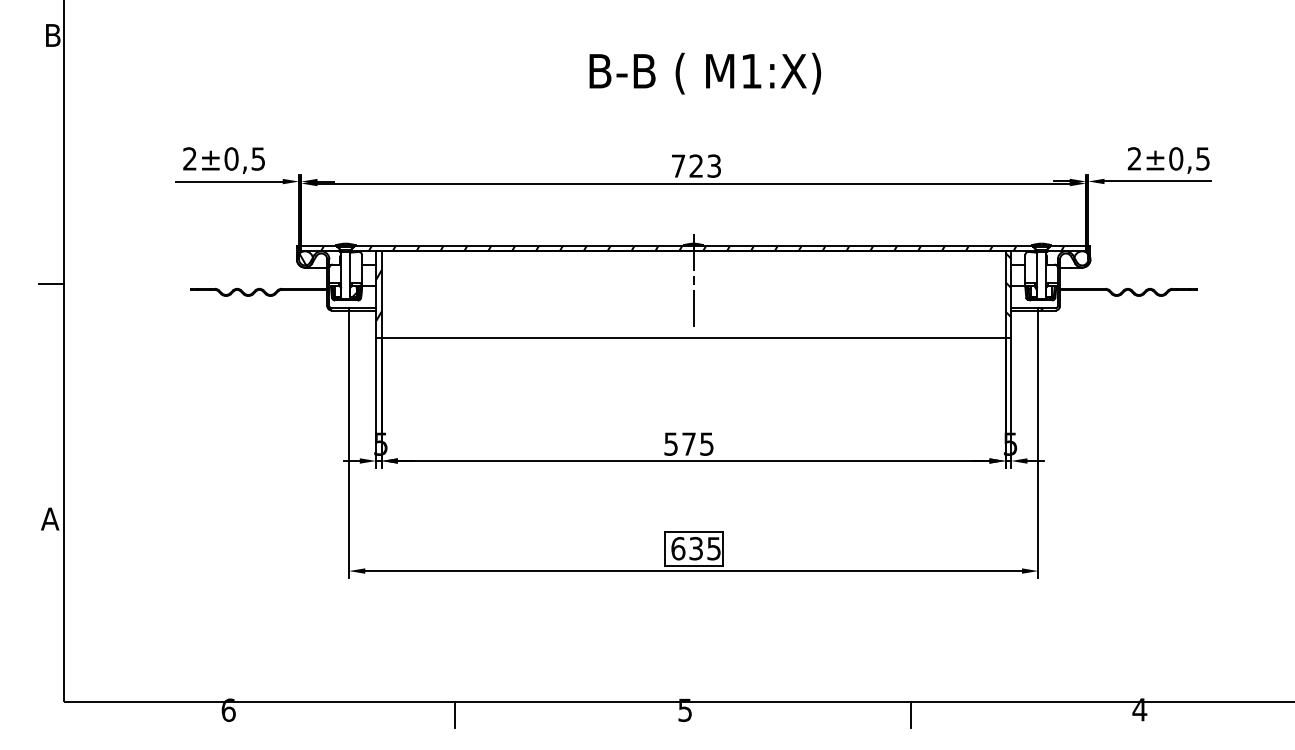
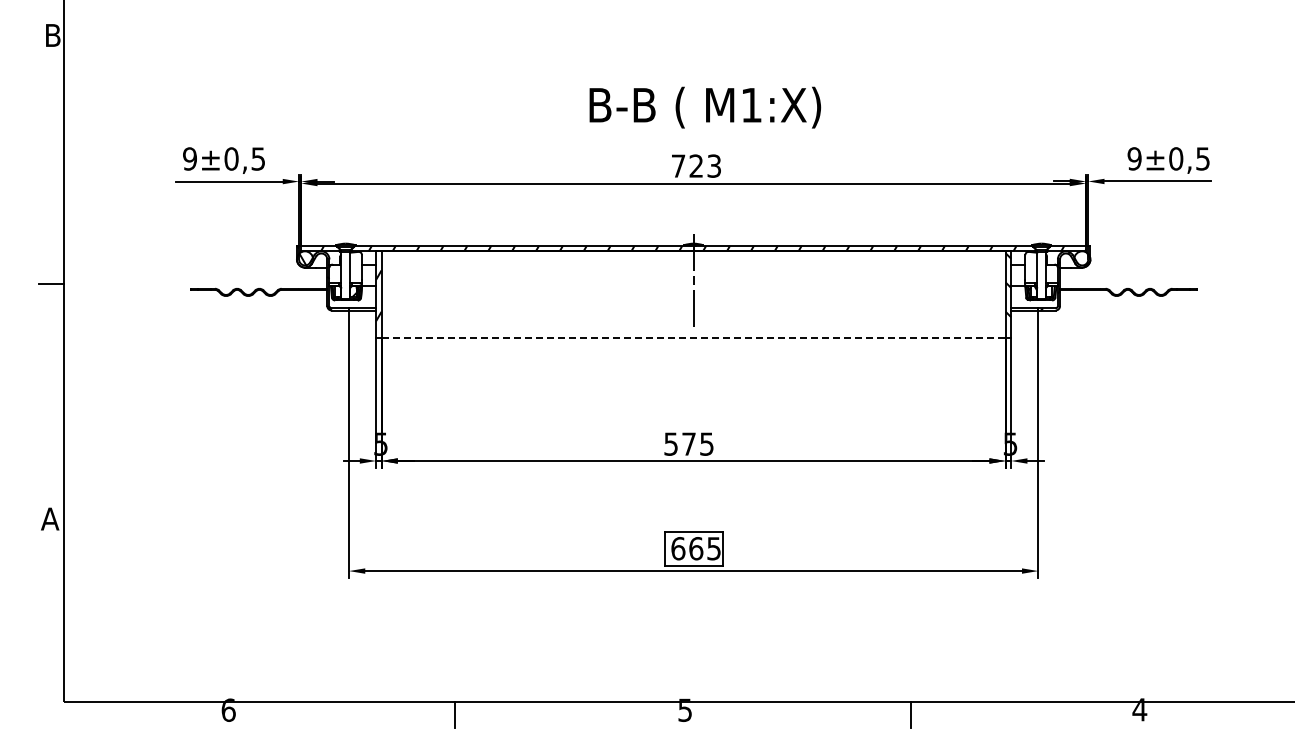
text at (705, 73) position: (705, 73) -> (705, 107)
text at (189, 158): 2 -> 9
text at (1134, 158): 2 -> 9
line at (694, 338): solid -> dashed
text at (696, 548): 635 -> 665
